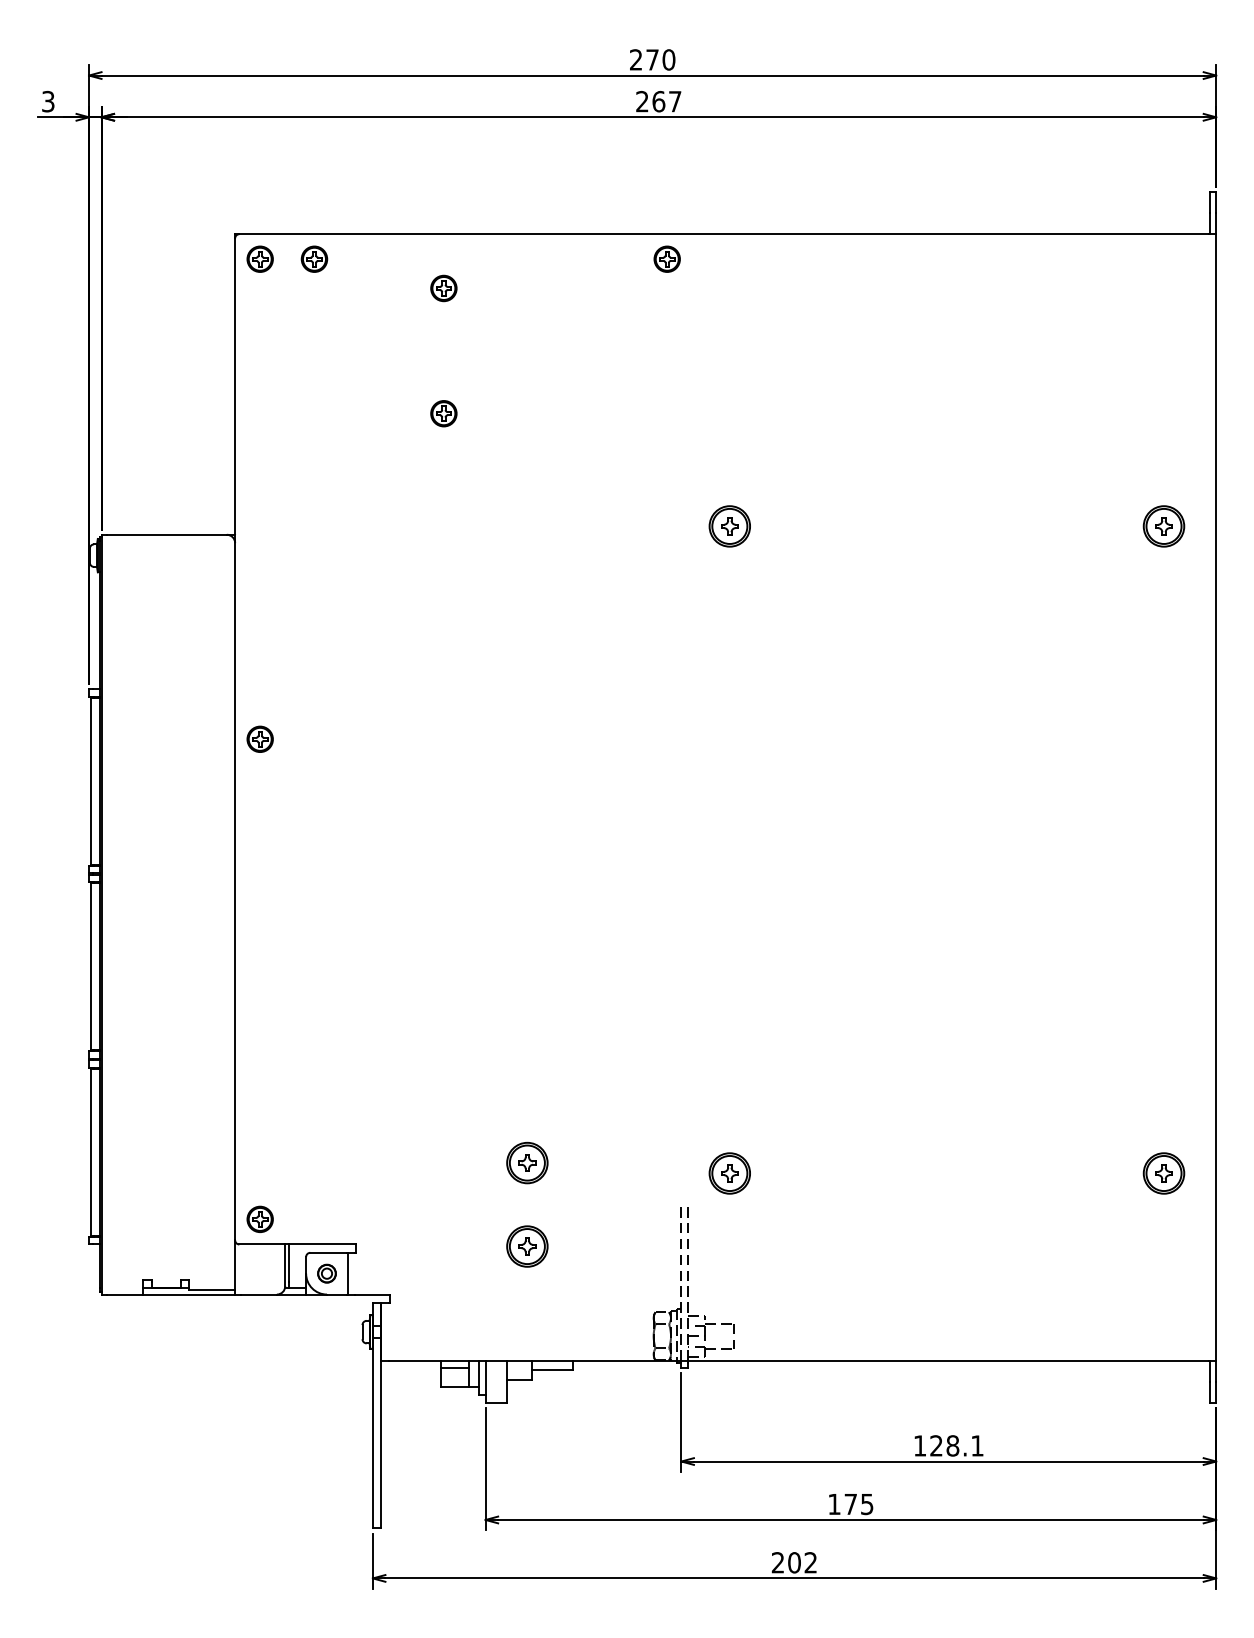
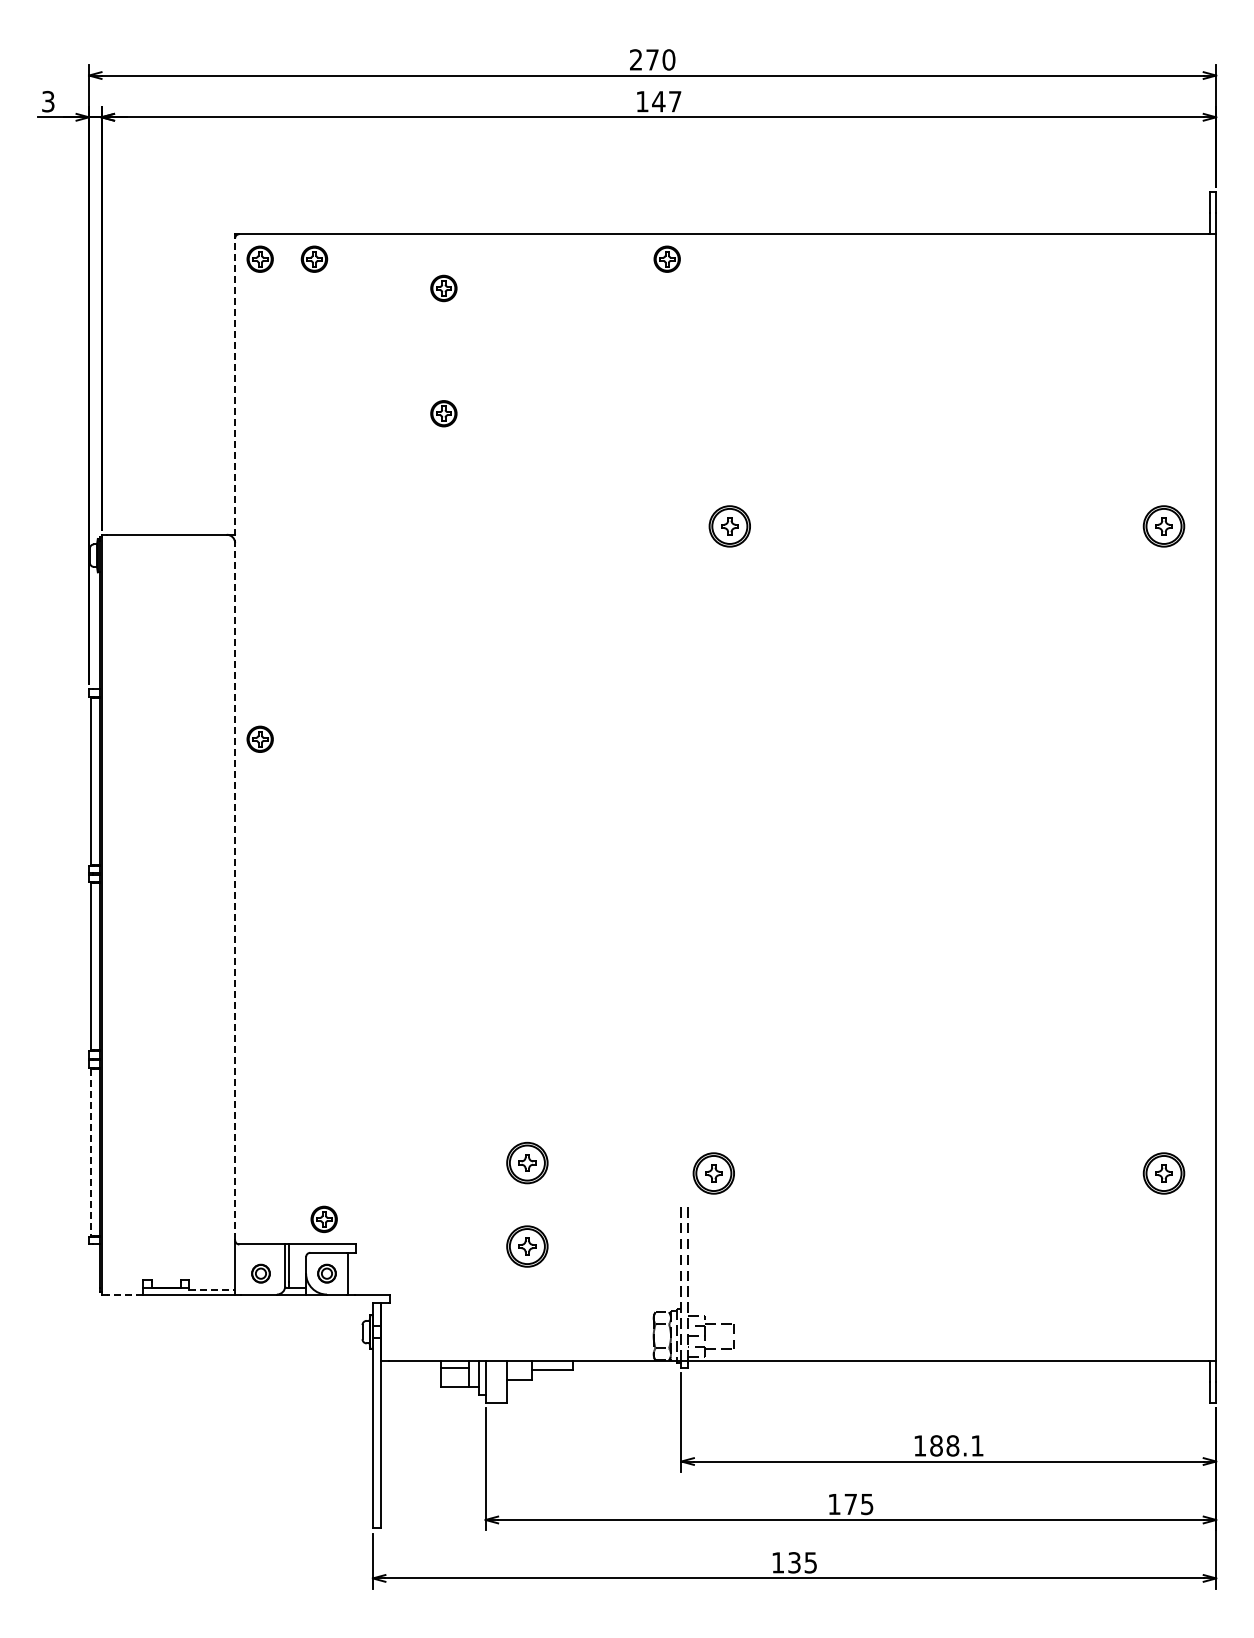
text at (650, 101): 267 -> 147
line at (235, 739): solid -> dashed
line at (90, 1152): solid -> dashed
part at (729, 1173) position: (729, 1173) -> (713, 1173)
part at (259, 1218) position: (259, 1218) -> (323, 1218)
part at (260, 1273): none -> present
line at (212, 1290): solid -> dashed
line at (125, 1294): solid -> dashed
text at (936, 1445): 128.1 -> 188.1
text at (793, 1562): 202 -> 135
